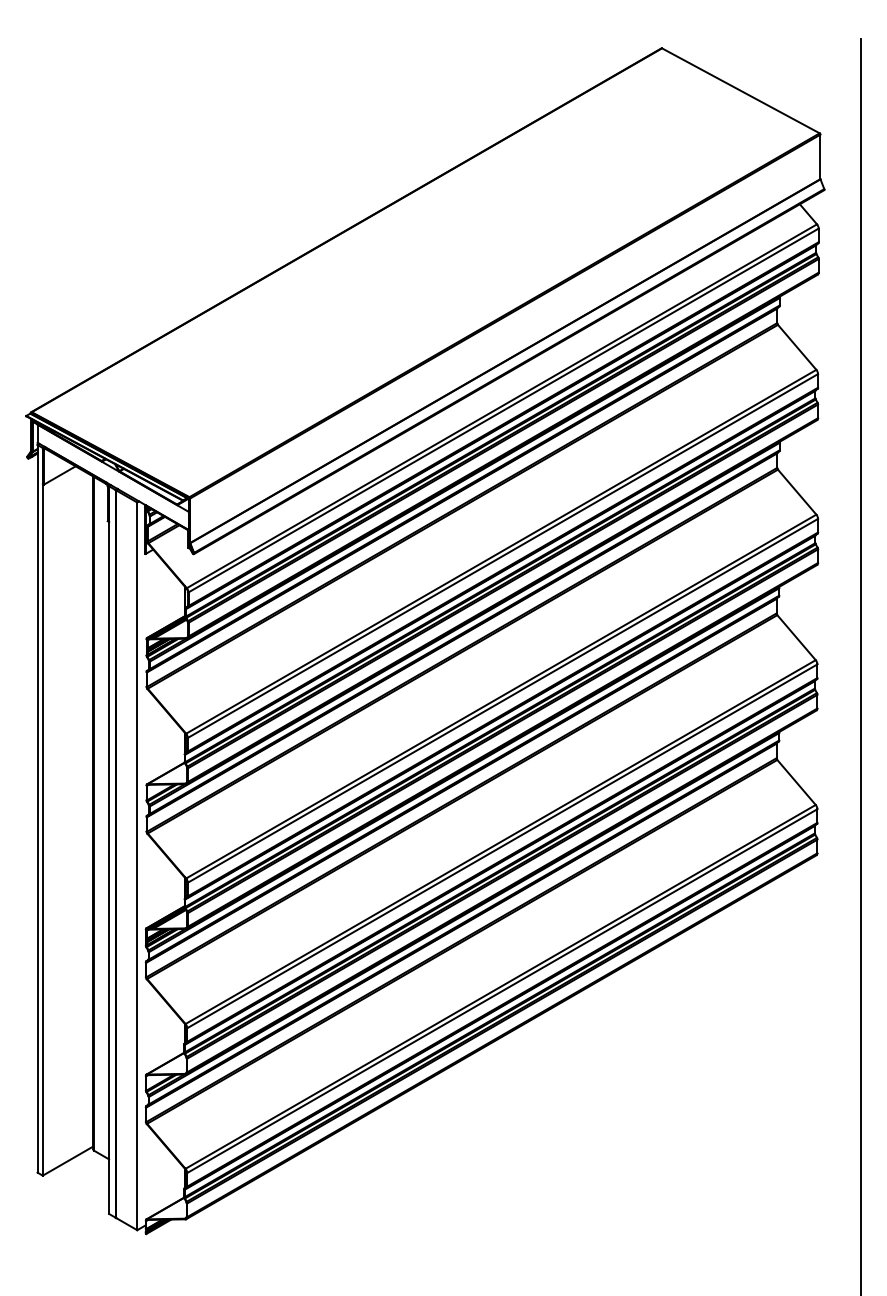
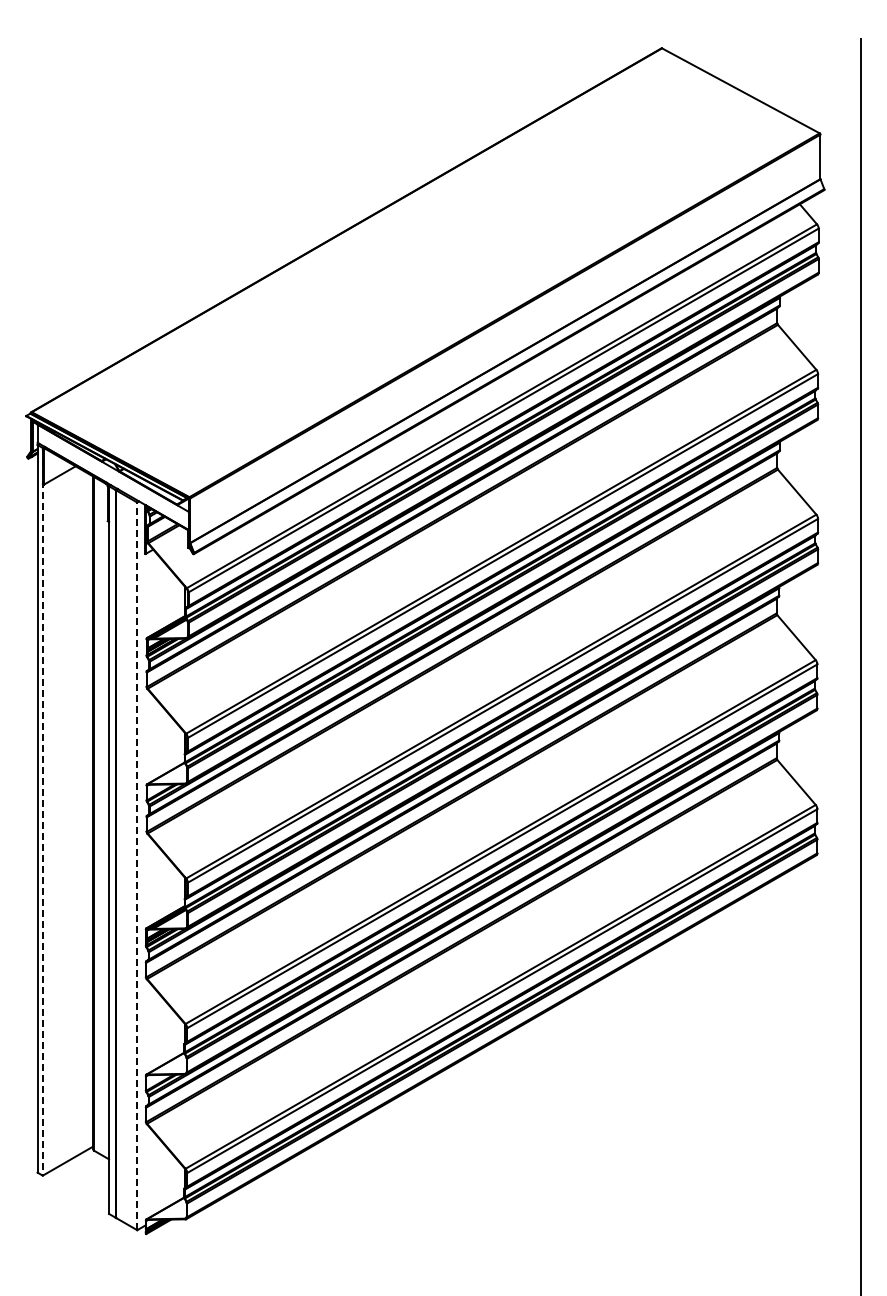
line at (42, 811): solid -> dashed
line at (137, 866): solid -> dashed
